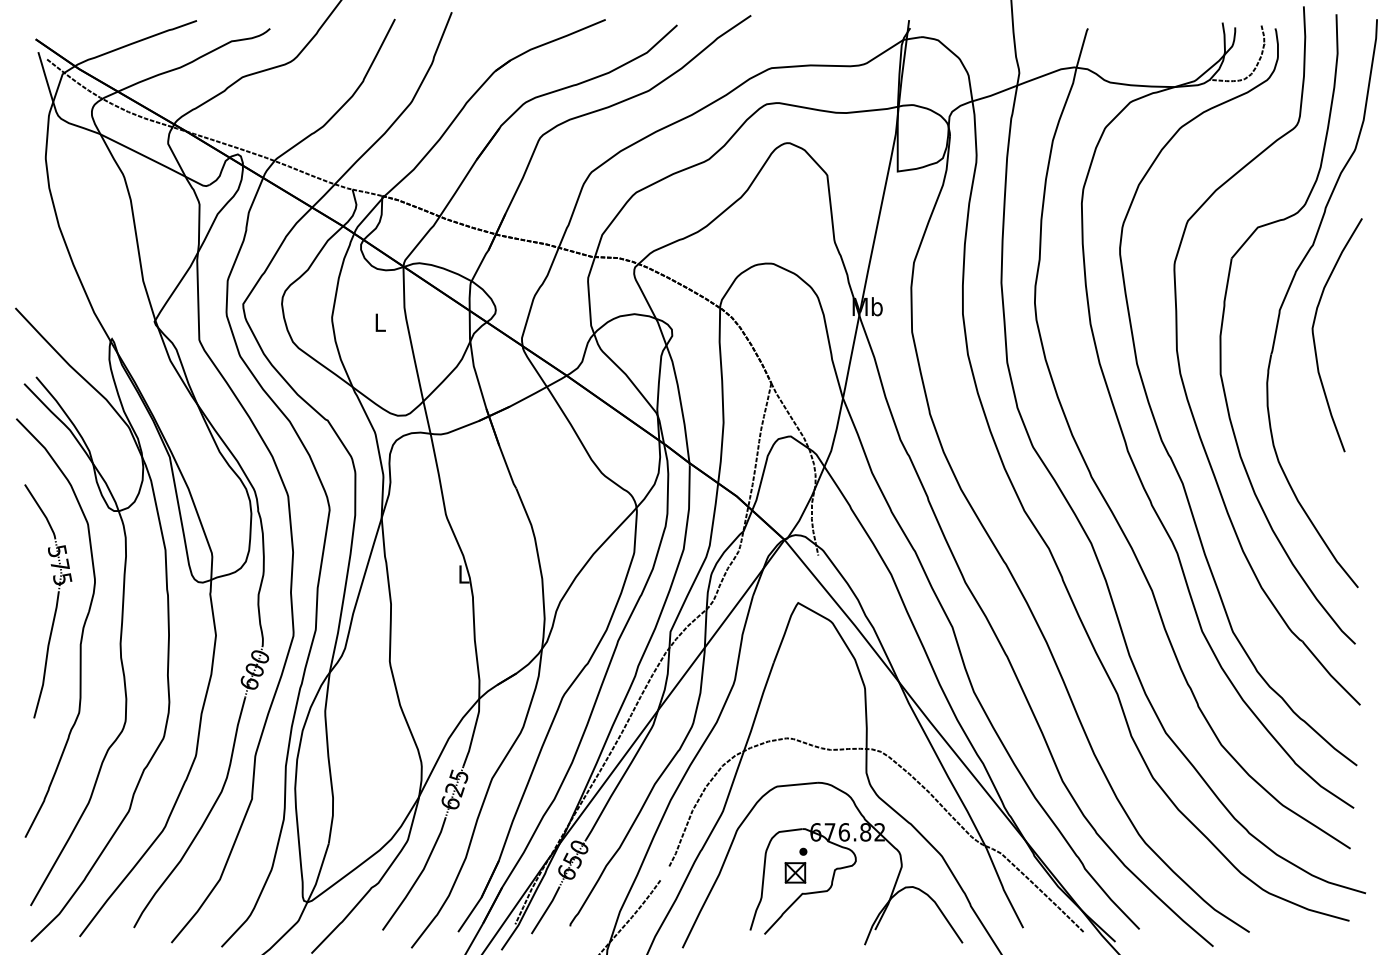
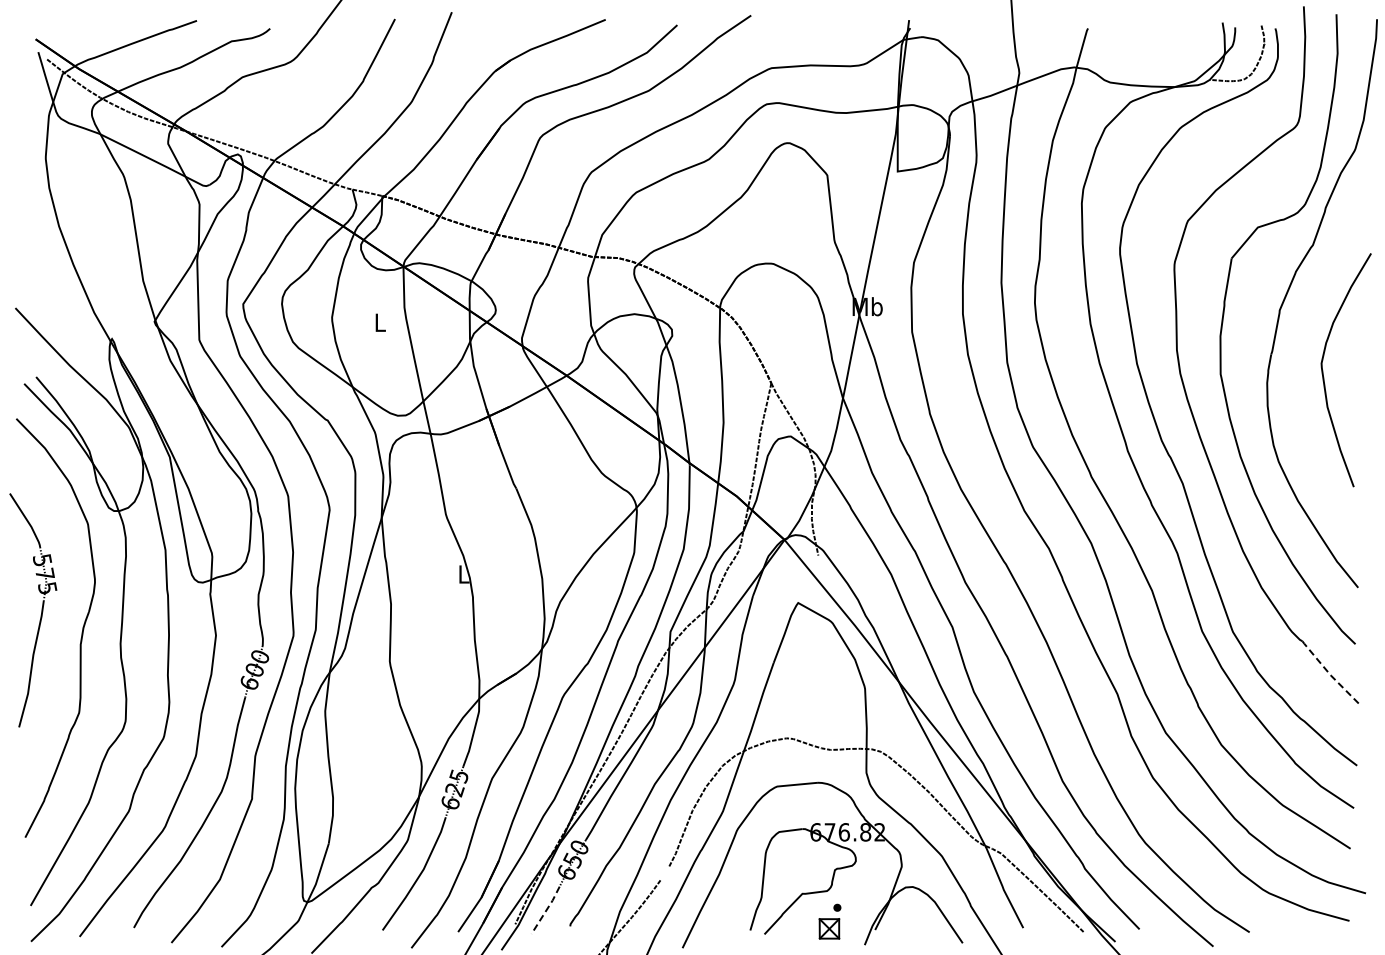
curve at (1314, 335) position: (1314, 335) -> (1323, 370)
part at (56, 601) position: (56, 601) -> (41, 610)
line at (1329, 673): solid -> dashed
part at (795, 865) position: (795, 865) -> (829, 921)
line at (546, 910): solid -> dashed
